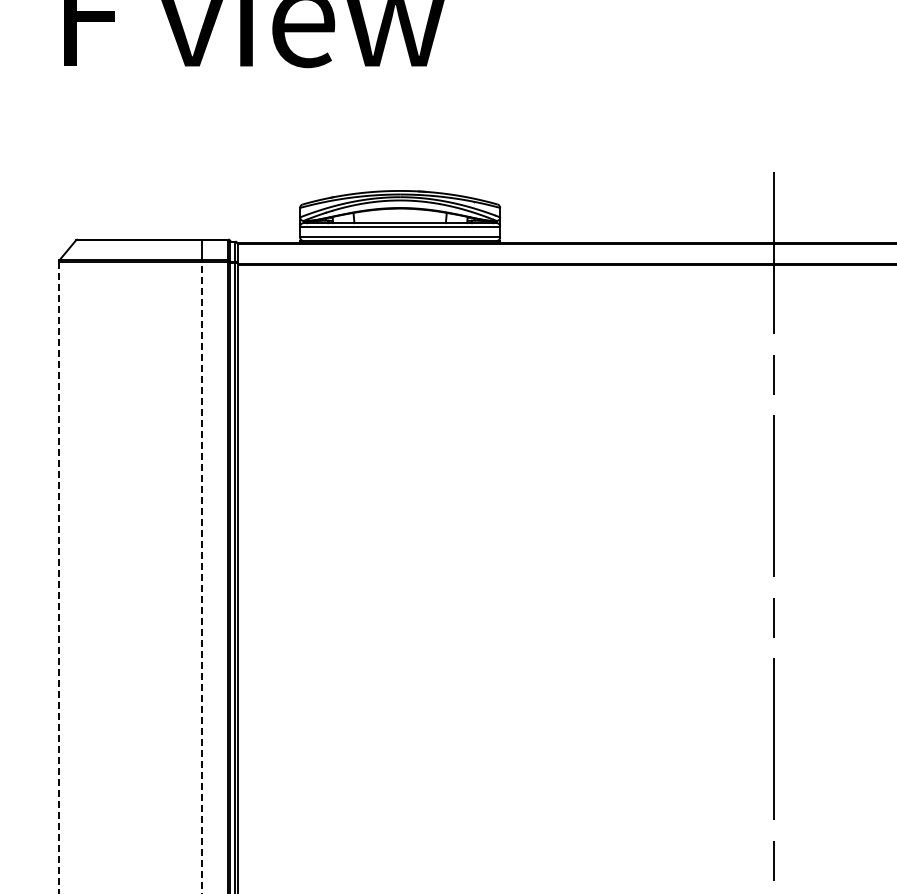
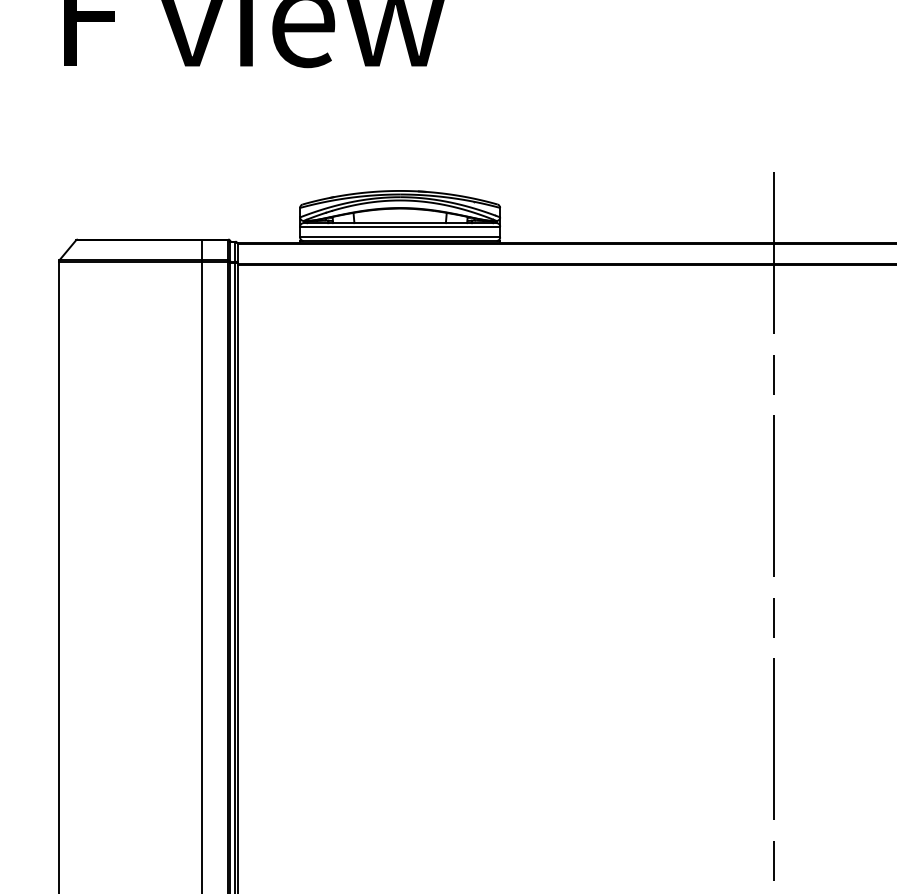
line at (58, 577): dashed -> solid
line at (201, 577): dashed -> solid
